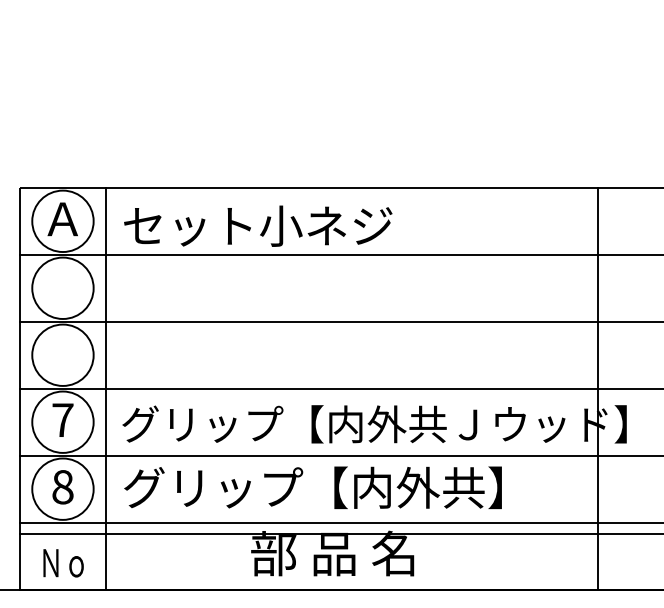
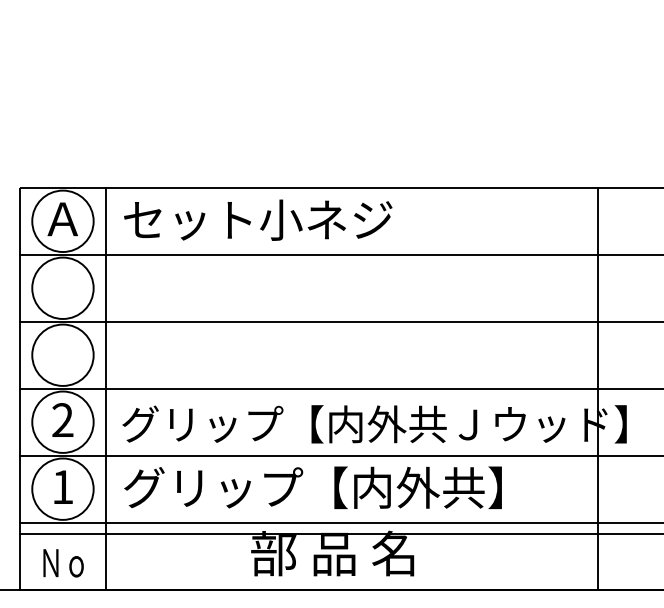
text at (258, 225) position: (258, 225) -> (258, 219)
text at (62, 419): 7 -> 2
text at (62, 487): 8 -> 1
